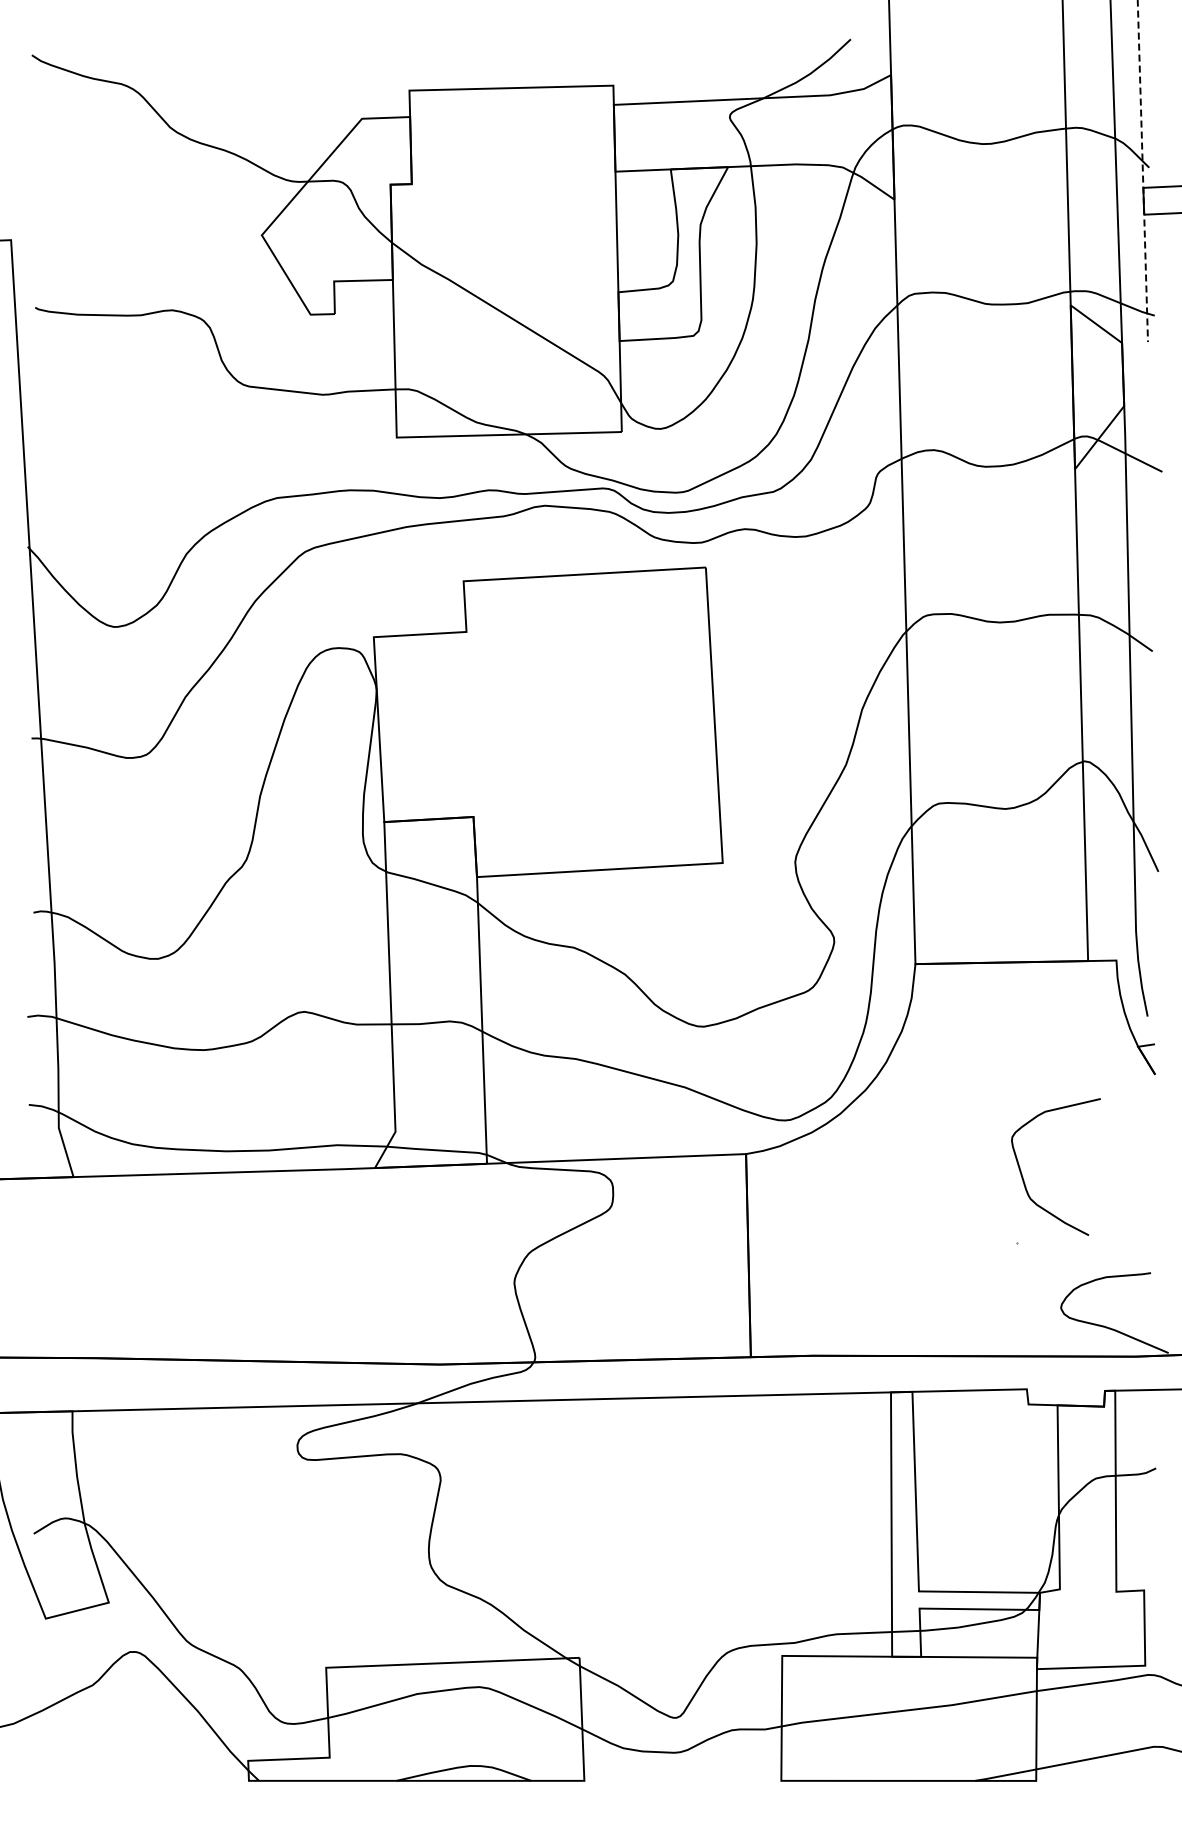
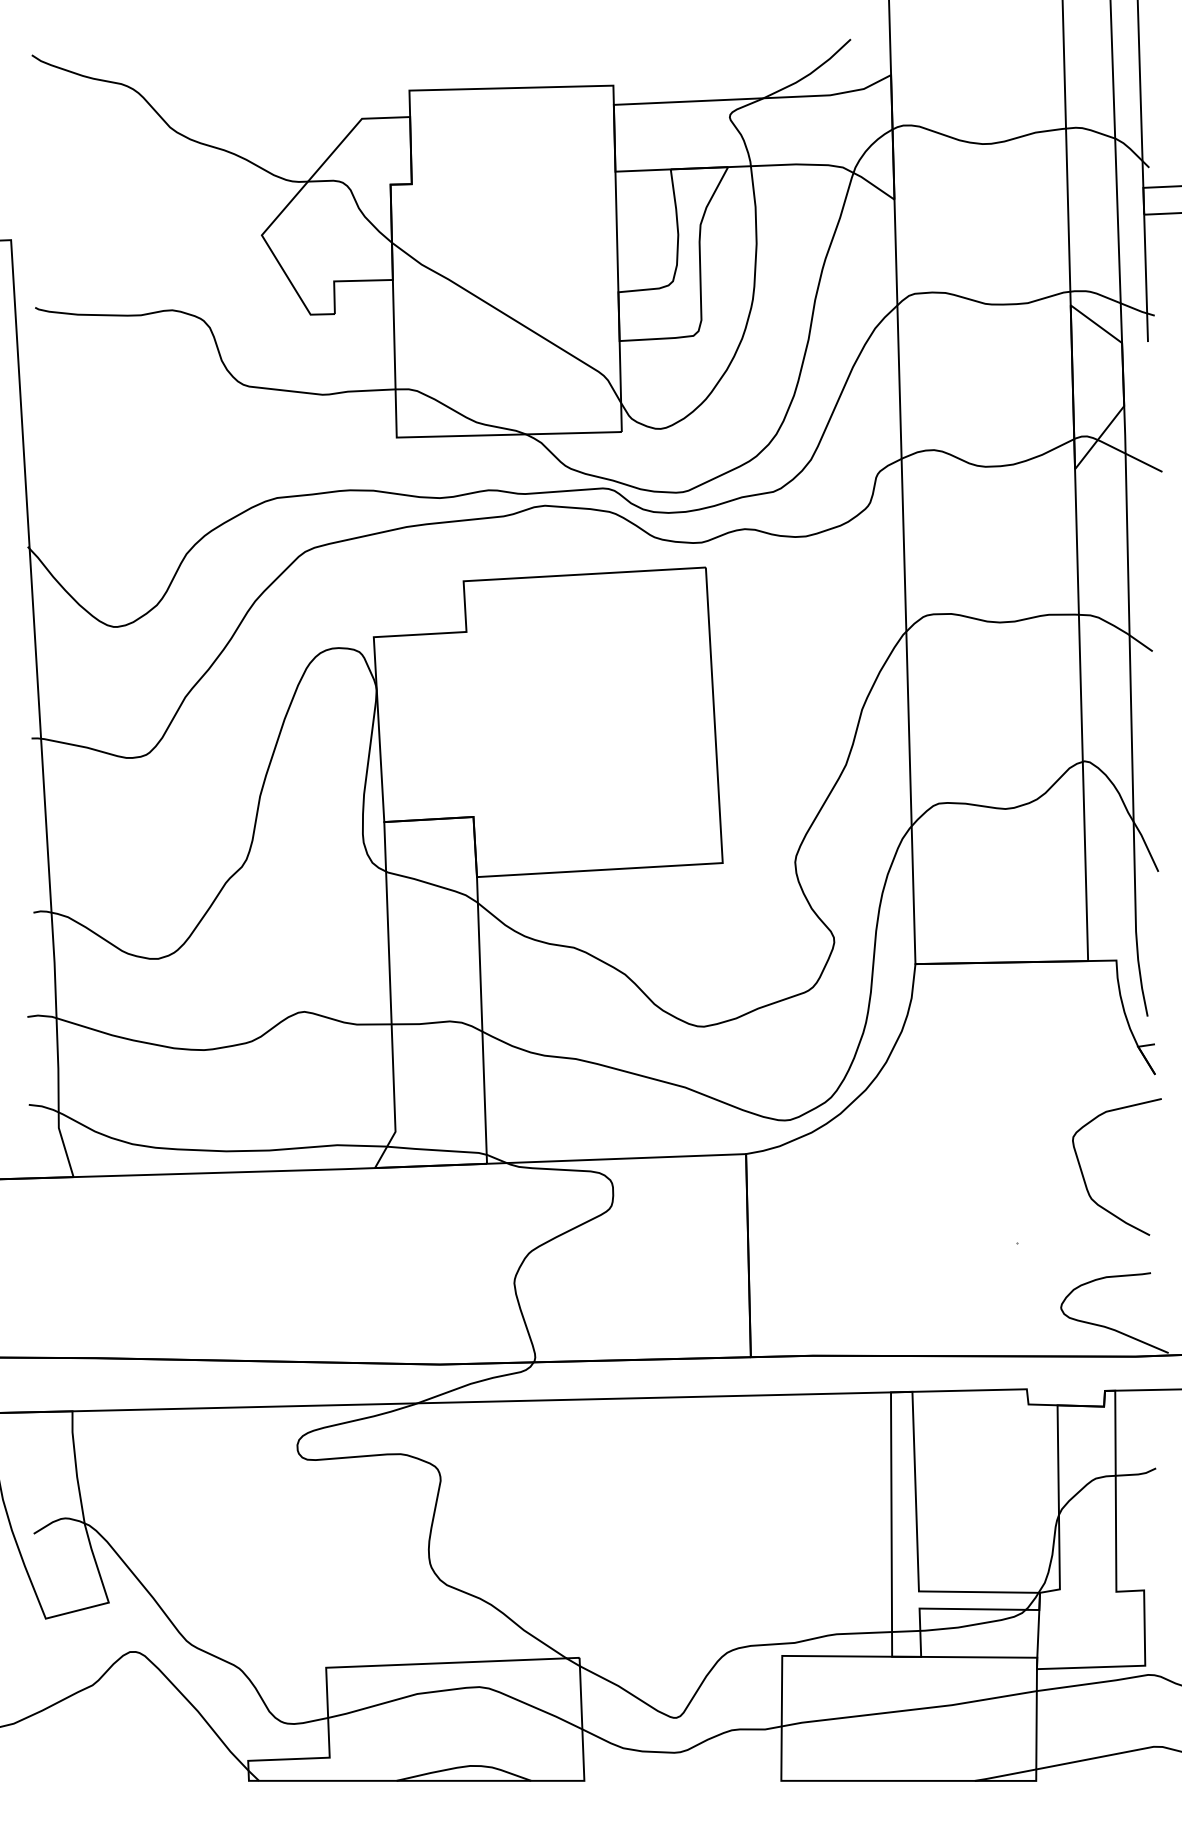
line at (1142, 172): dashed -> solid
curve at (1022, 1173) position: (1022, 1173) -> (1083, 1173)
